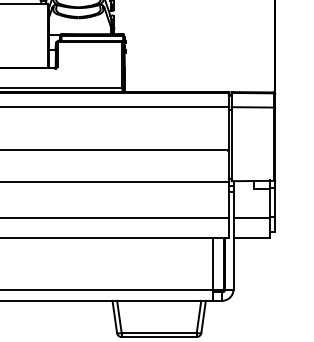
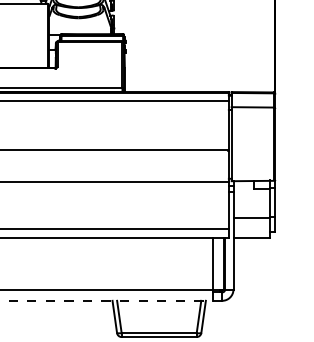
line at (115, 107) position: (115, 107) -> (115, 101)
line at (115, 217) position: (115, 217) -> (115, 228)
line at (111, 300): solid -> dashed
